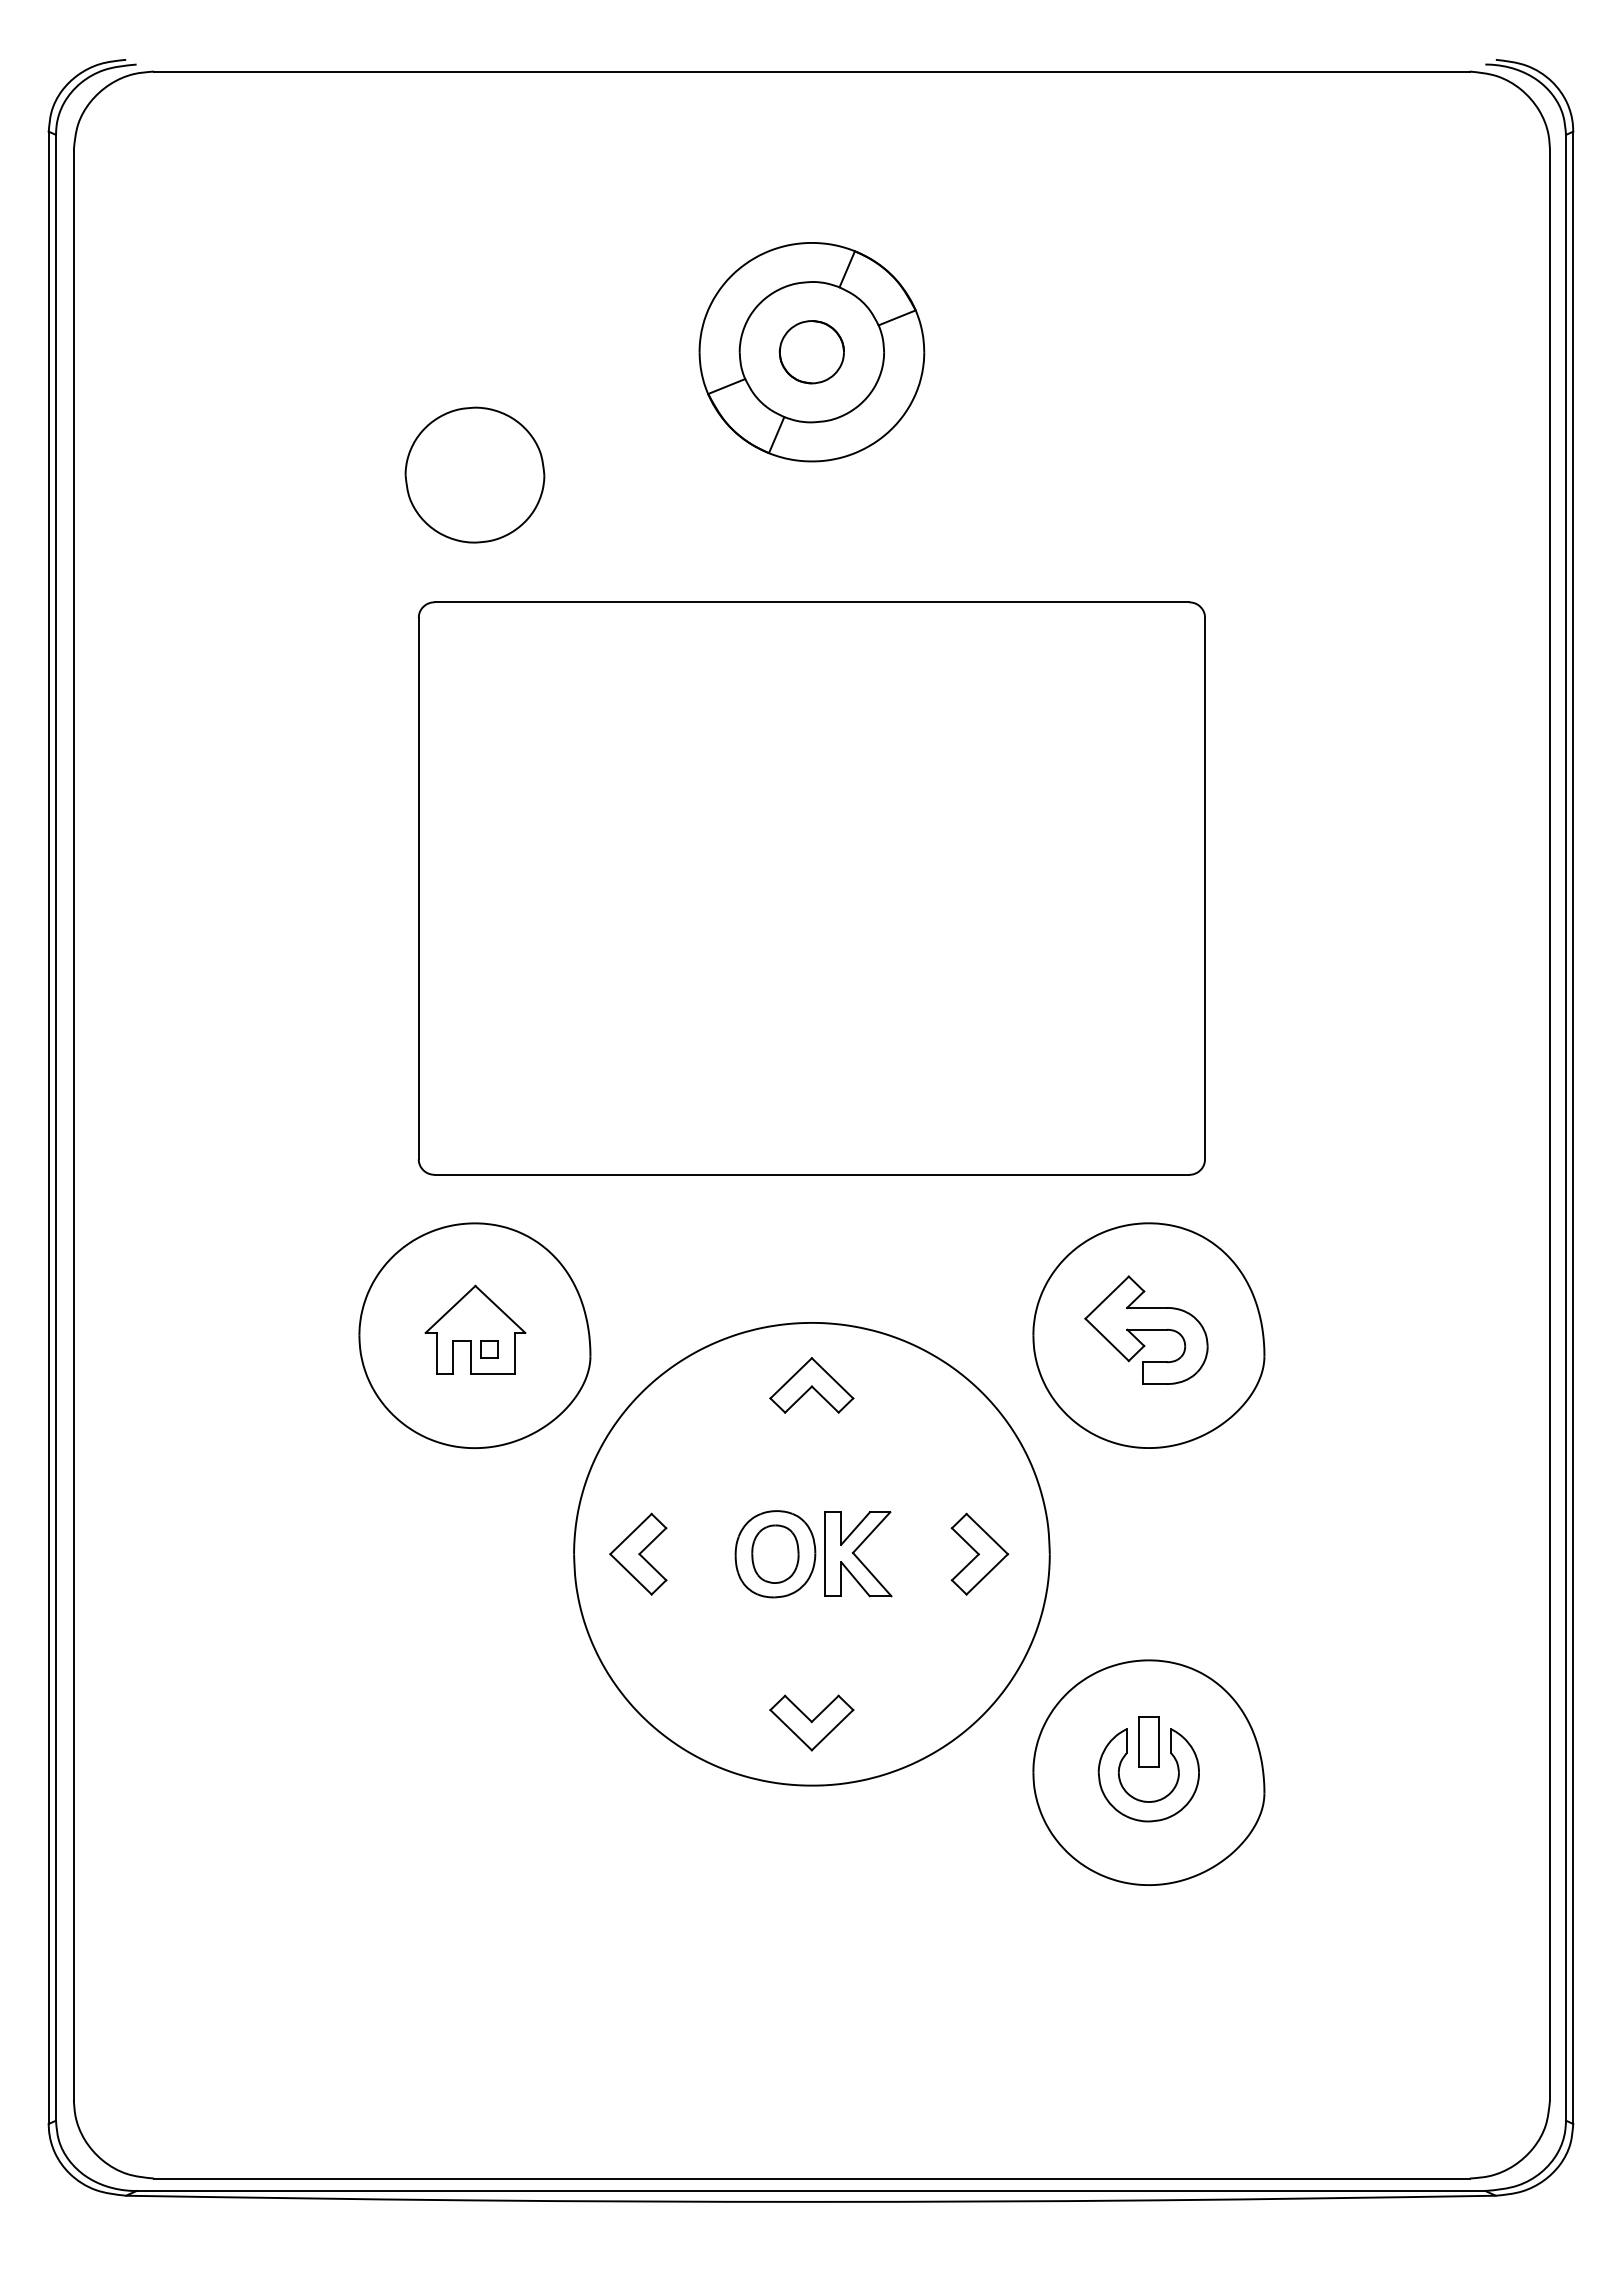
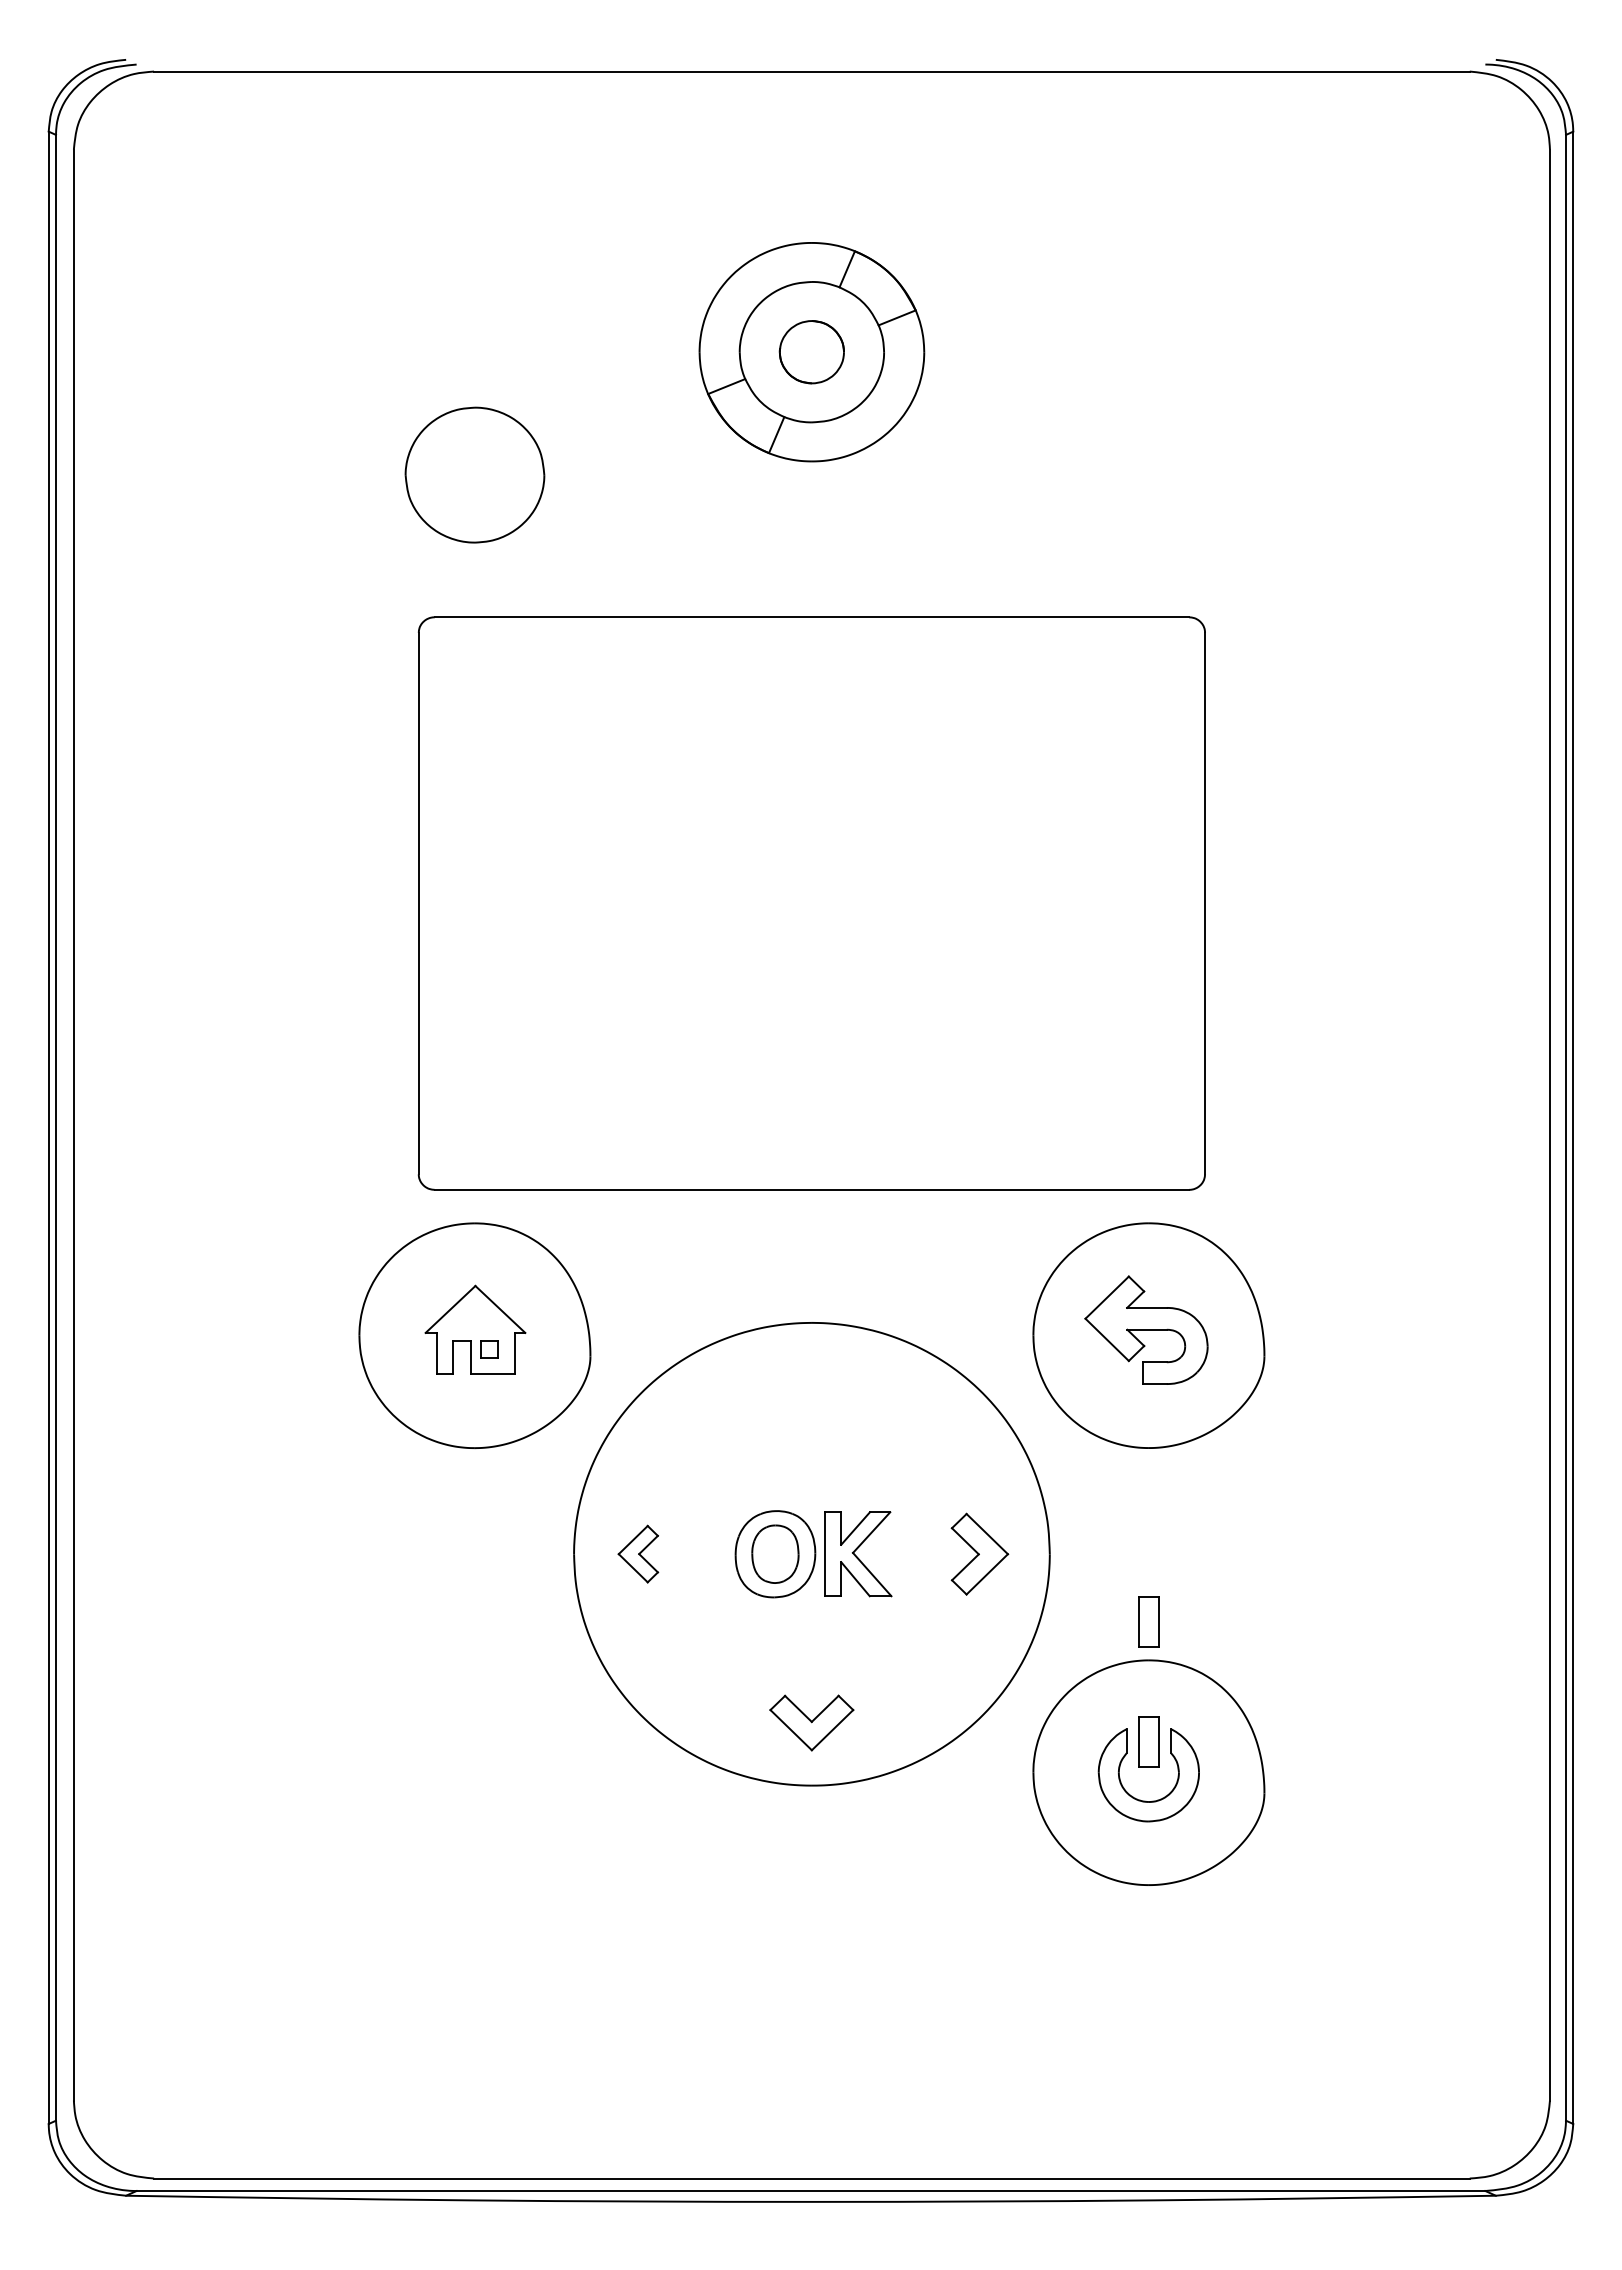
part at (811, 888) position: (811, 888) -> (811, 903)
part at (811, 1385): present -> none
part at (638, 1553) size: 59x84 px -> 43x60 px
part at (1148, 1621): none -> present
